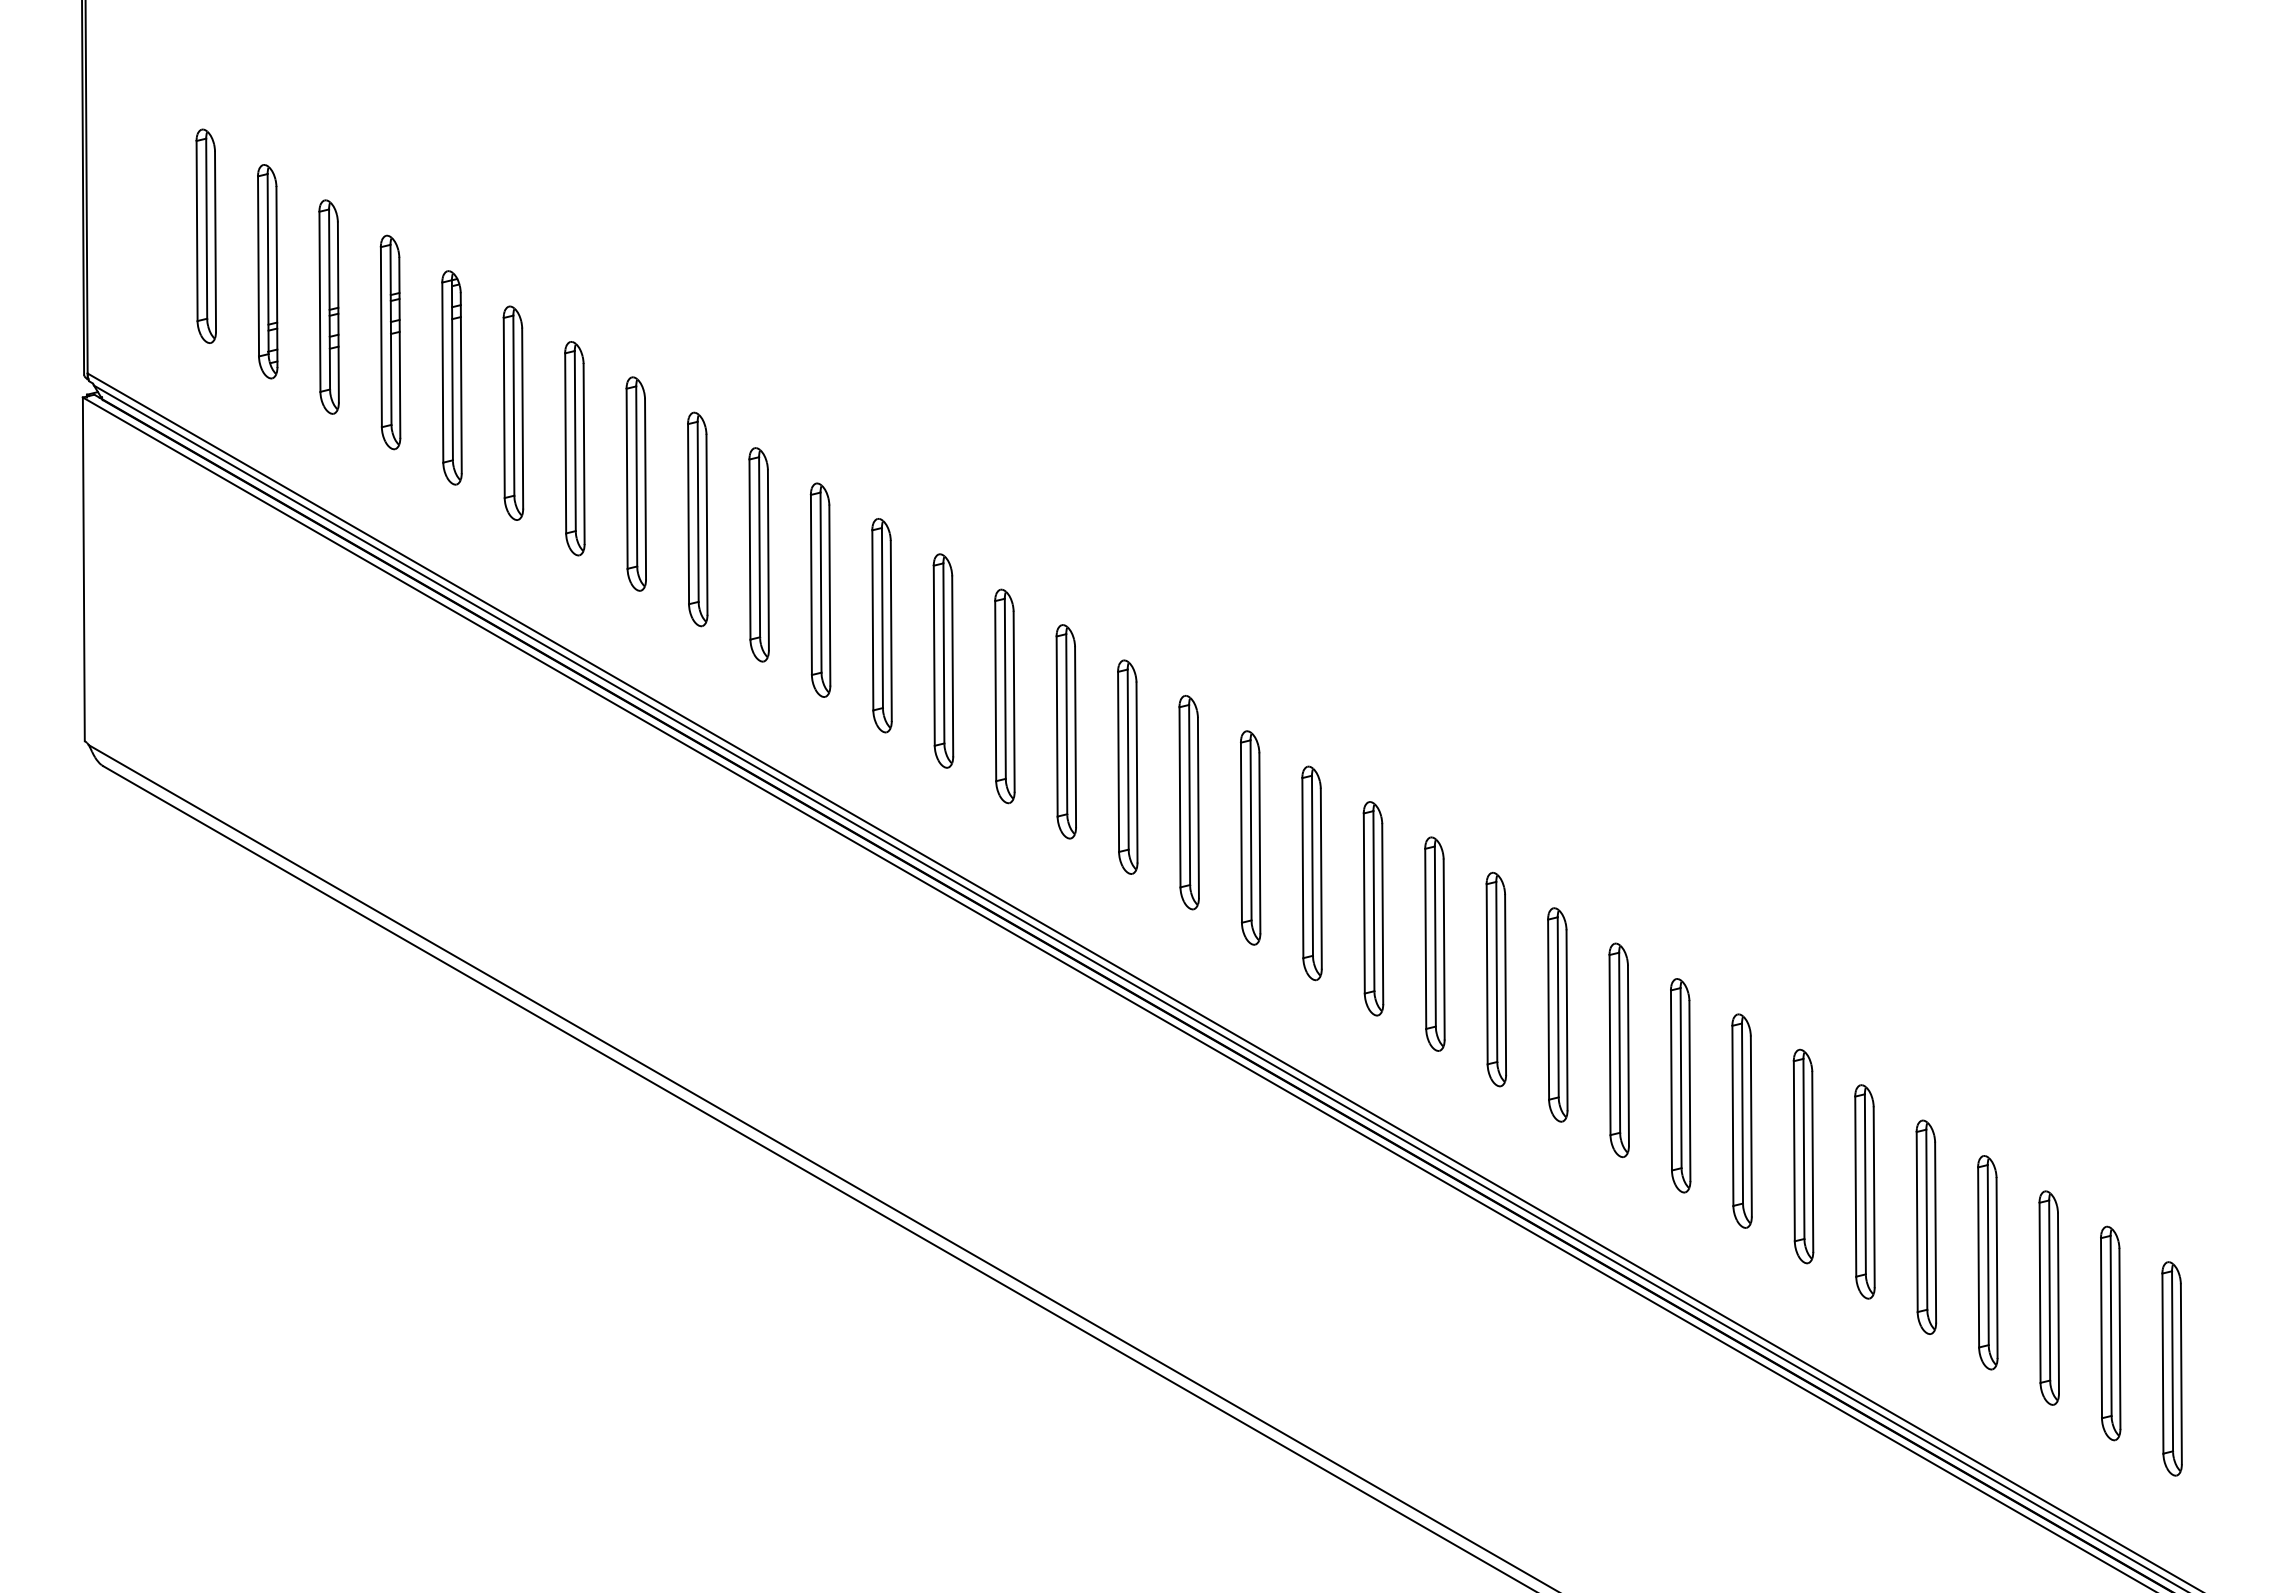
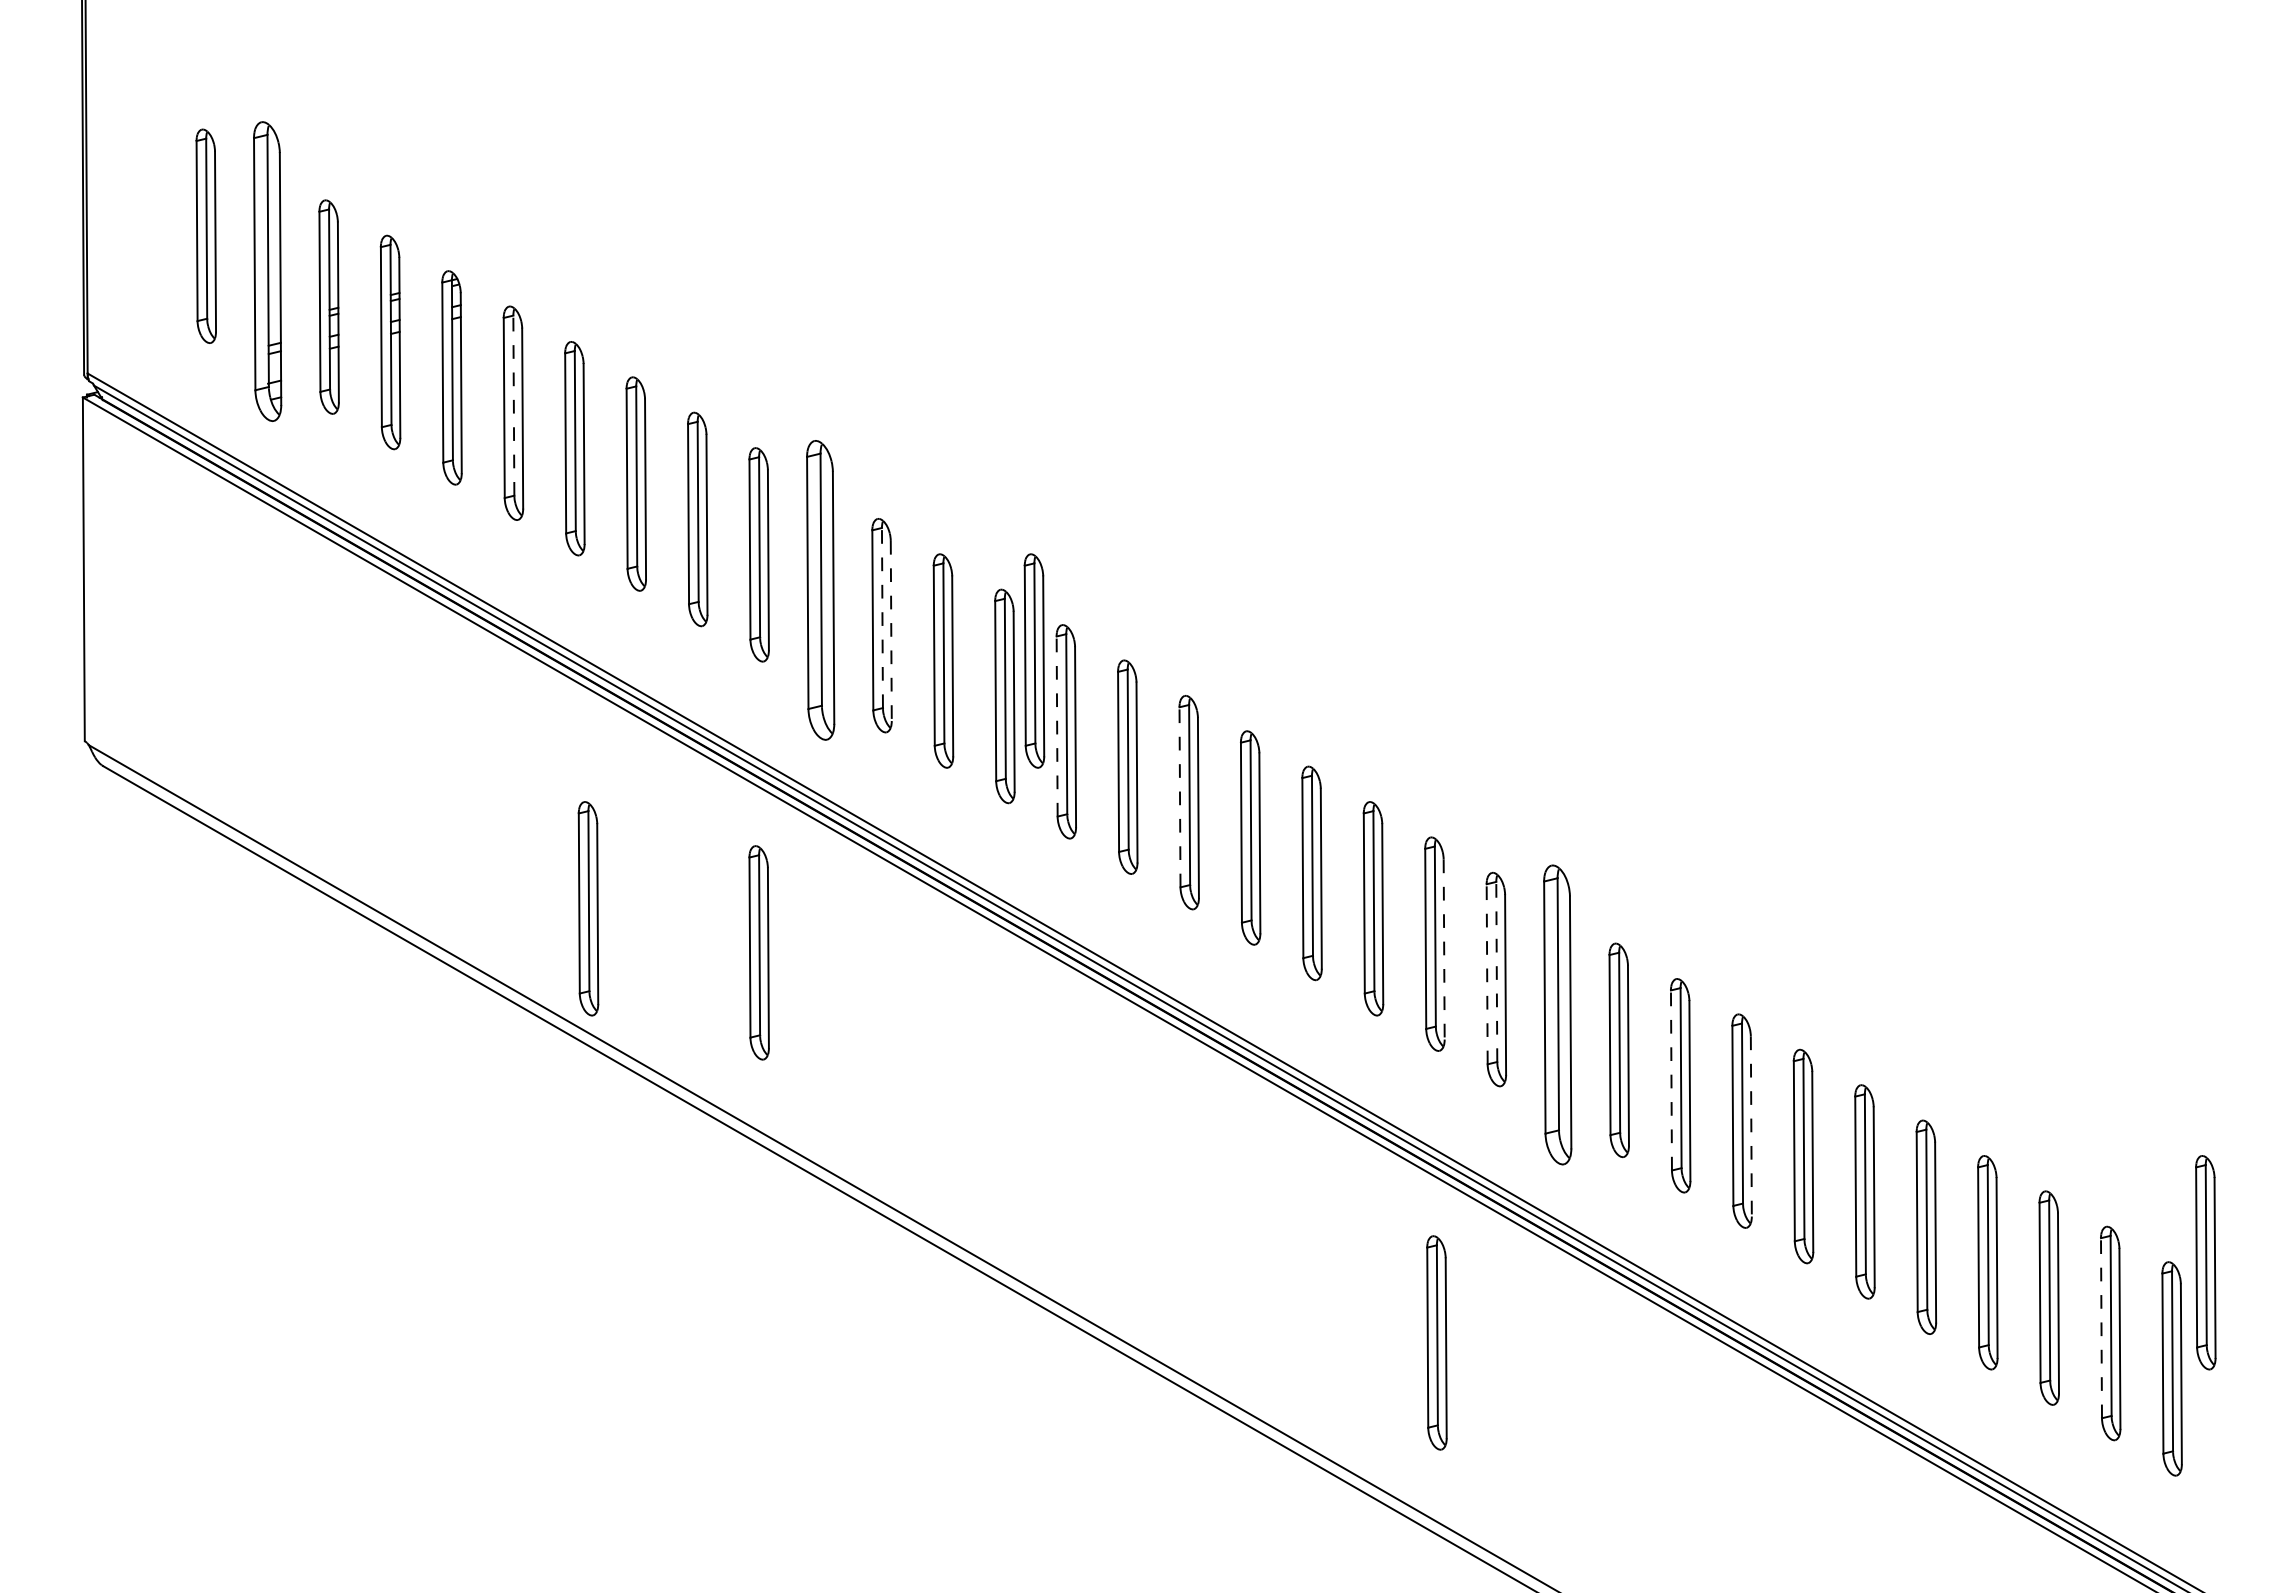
part at (267, 271) size: 22x216 px -> 30x301 px
line at (513, 405): solid -> dashed
part at (820, 589) size: 23x216 px -> 30x301 px
line at (882, 617): solid -> dashed
line at (891, 631): solid -> dashed
part at (1034, 660): none -> present
line at (1057, 726): solid -> dashed
line at (1180, 796): solid -> dashed
part at (588, 908): none -> present
line at (1444, 950): solid -> dashed
part at (758, 952): none -> present
line at (1496, 971): solid -> dashed
line at (1487, 973): solid -> dashed
part at (1557, 1014) size: 22x216 px -> 30x302 px
line at (1671, 1079): solid -> dashed
line at (1751, 1126): solid -> dashed
part at (2205, 1262): none -> present
line at (2101, 1327): solid -> dashed
part at (1436, 1342): none -> present
